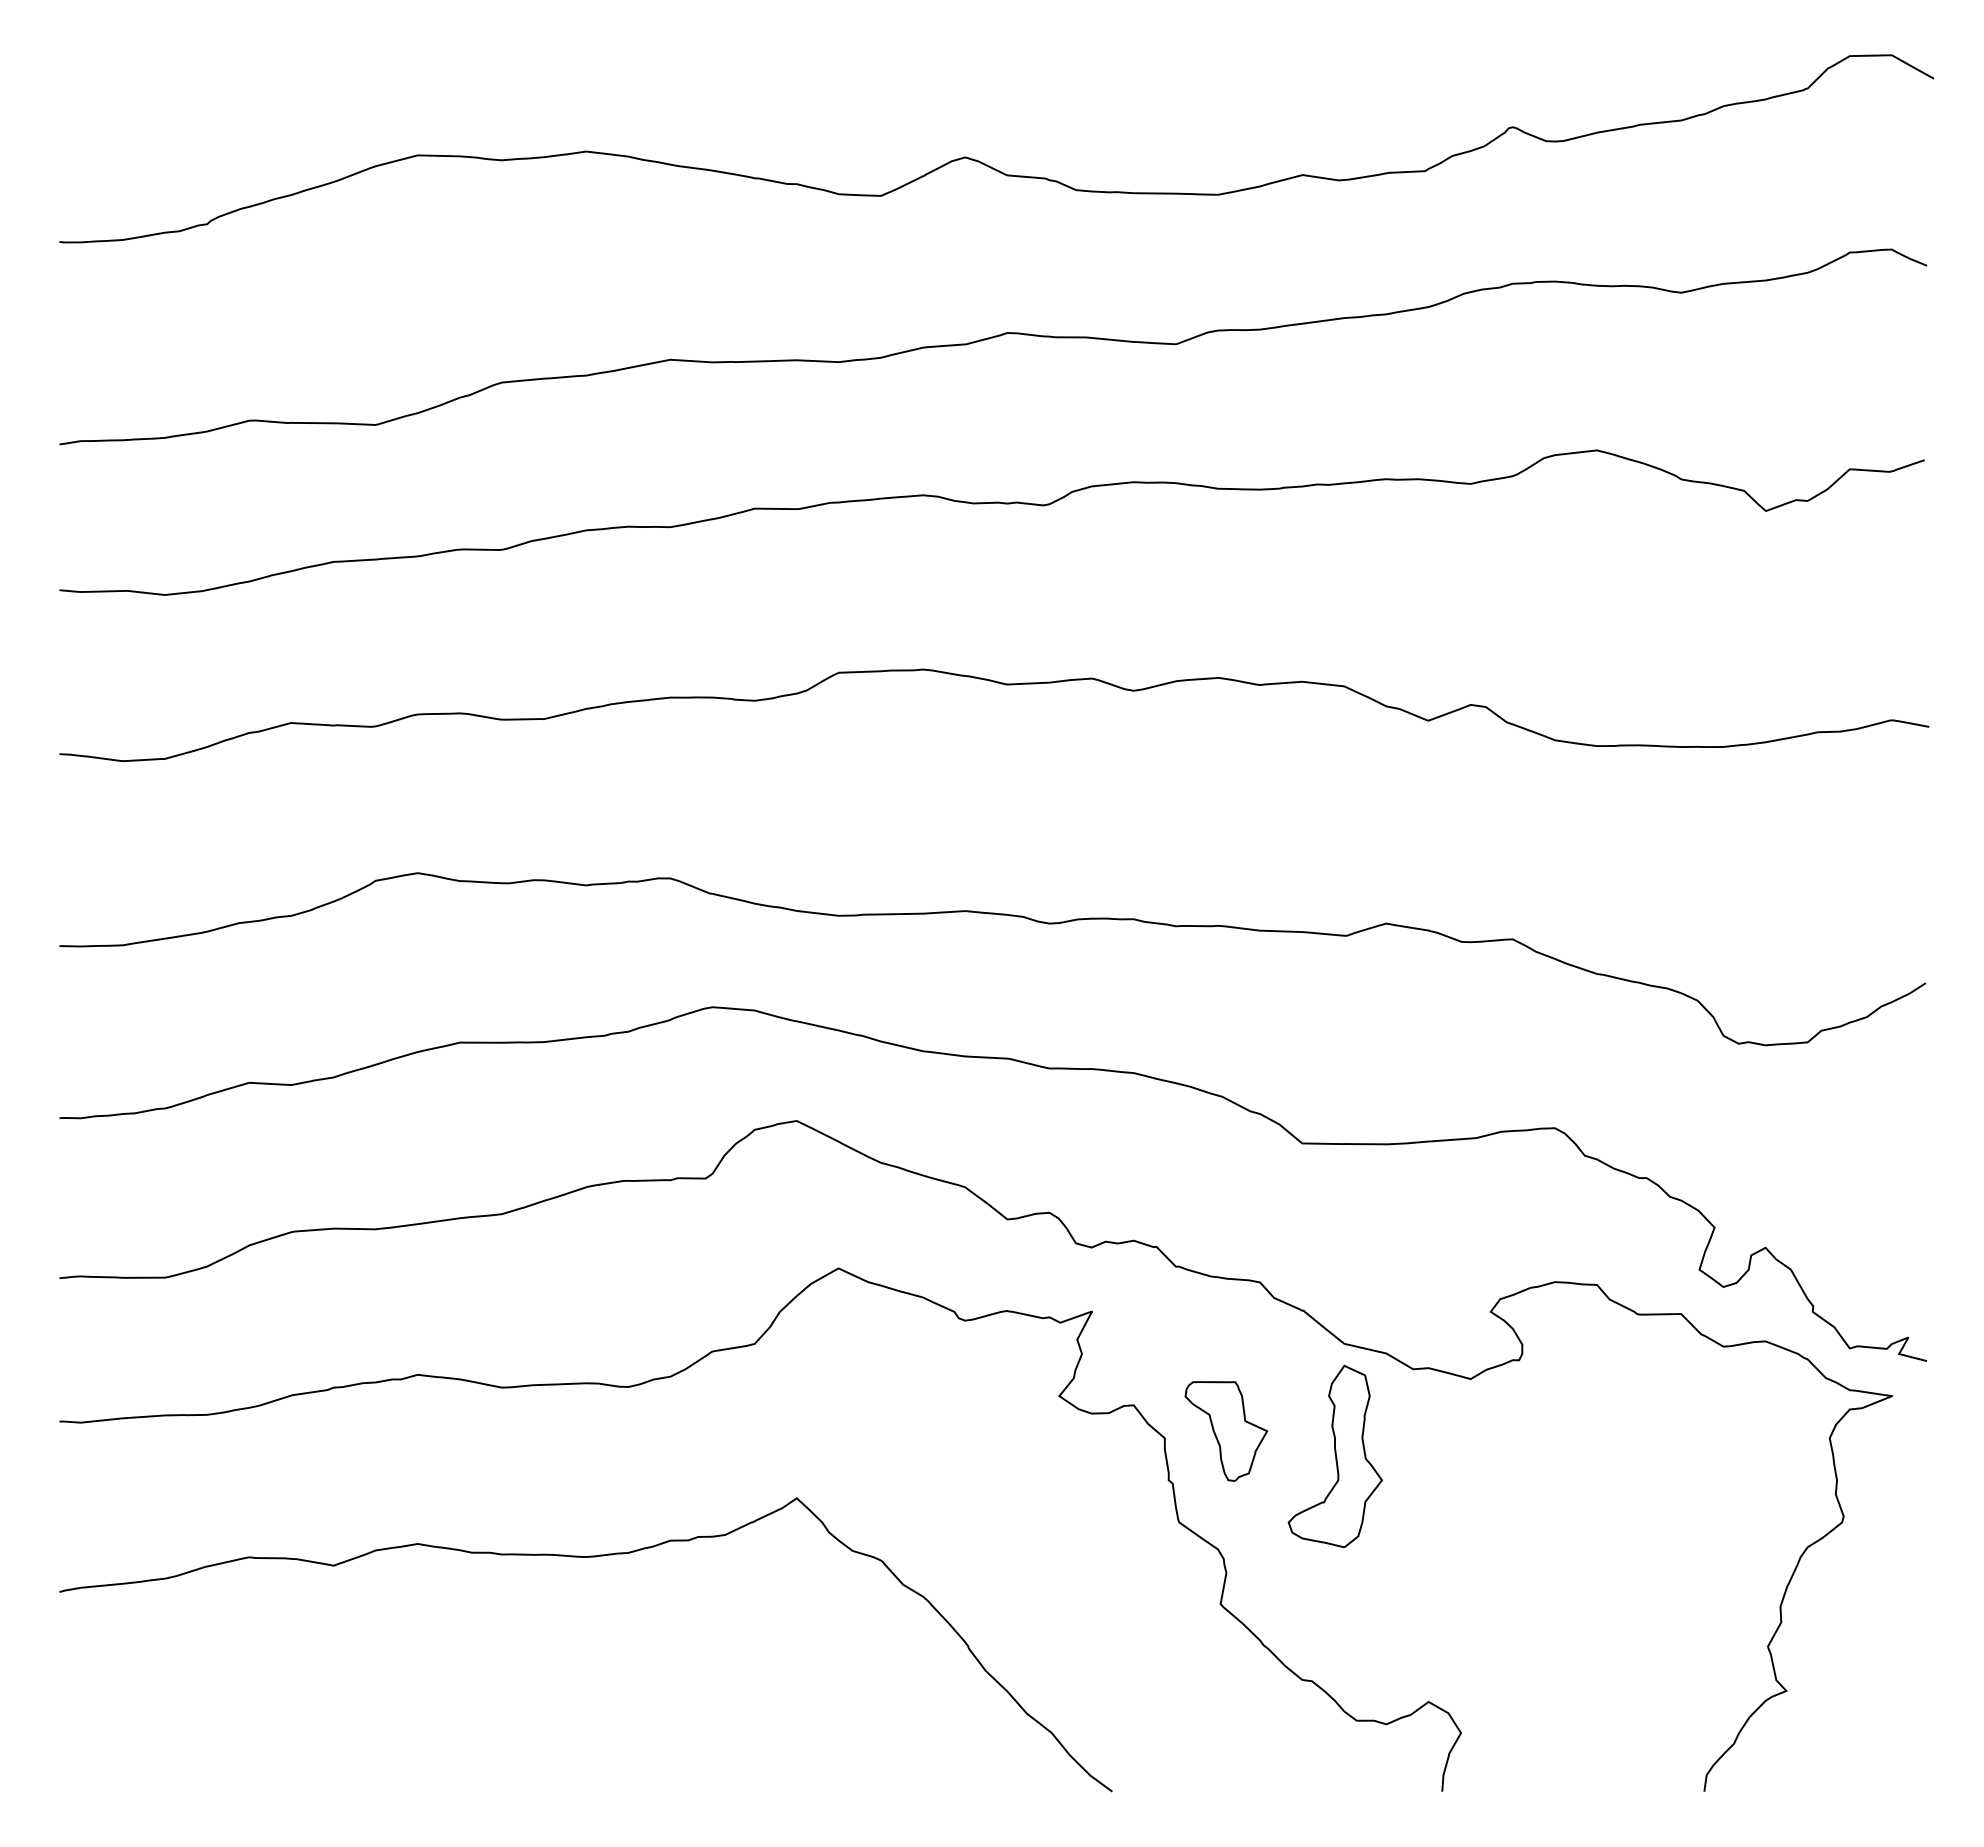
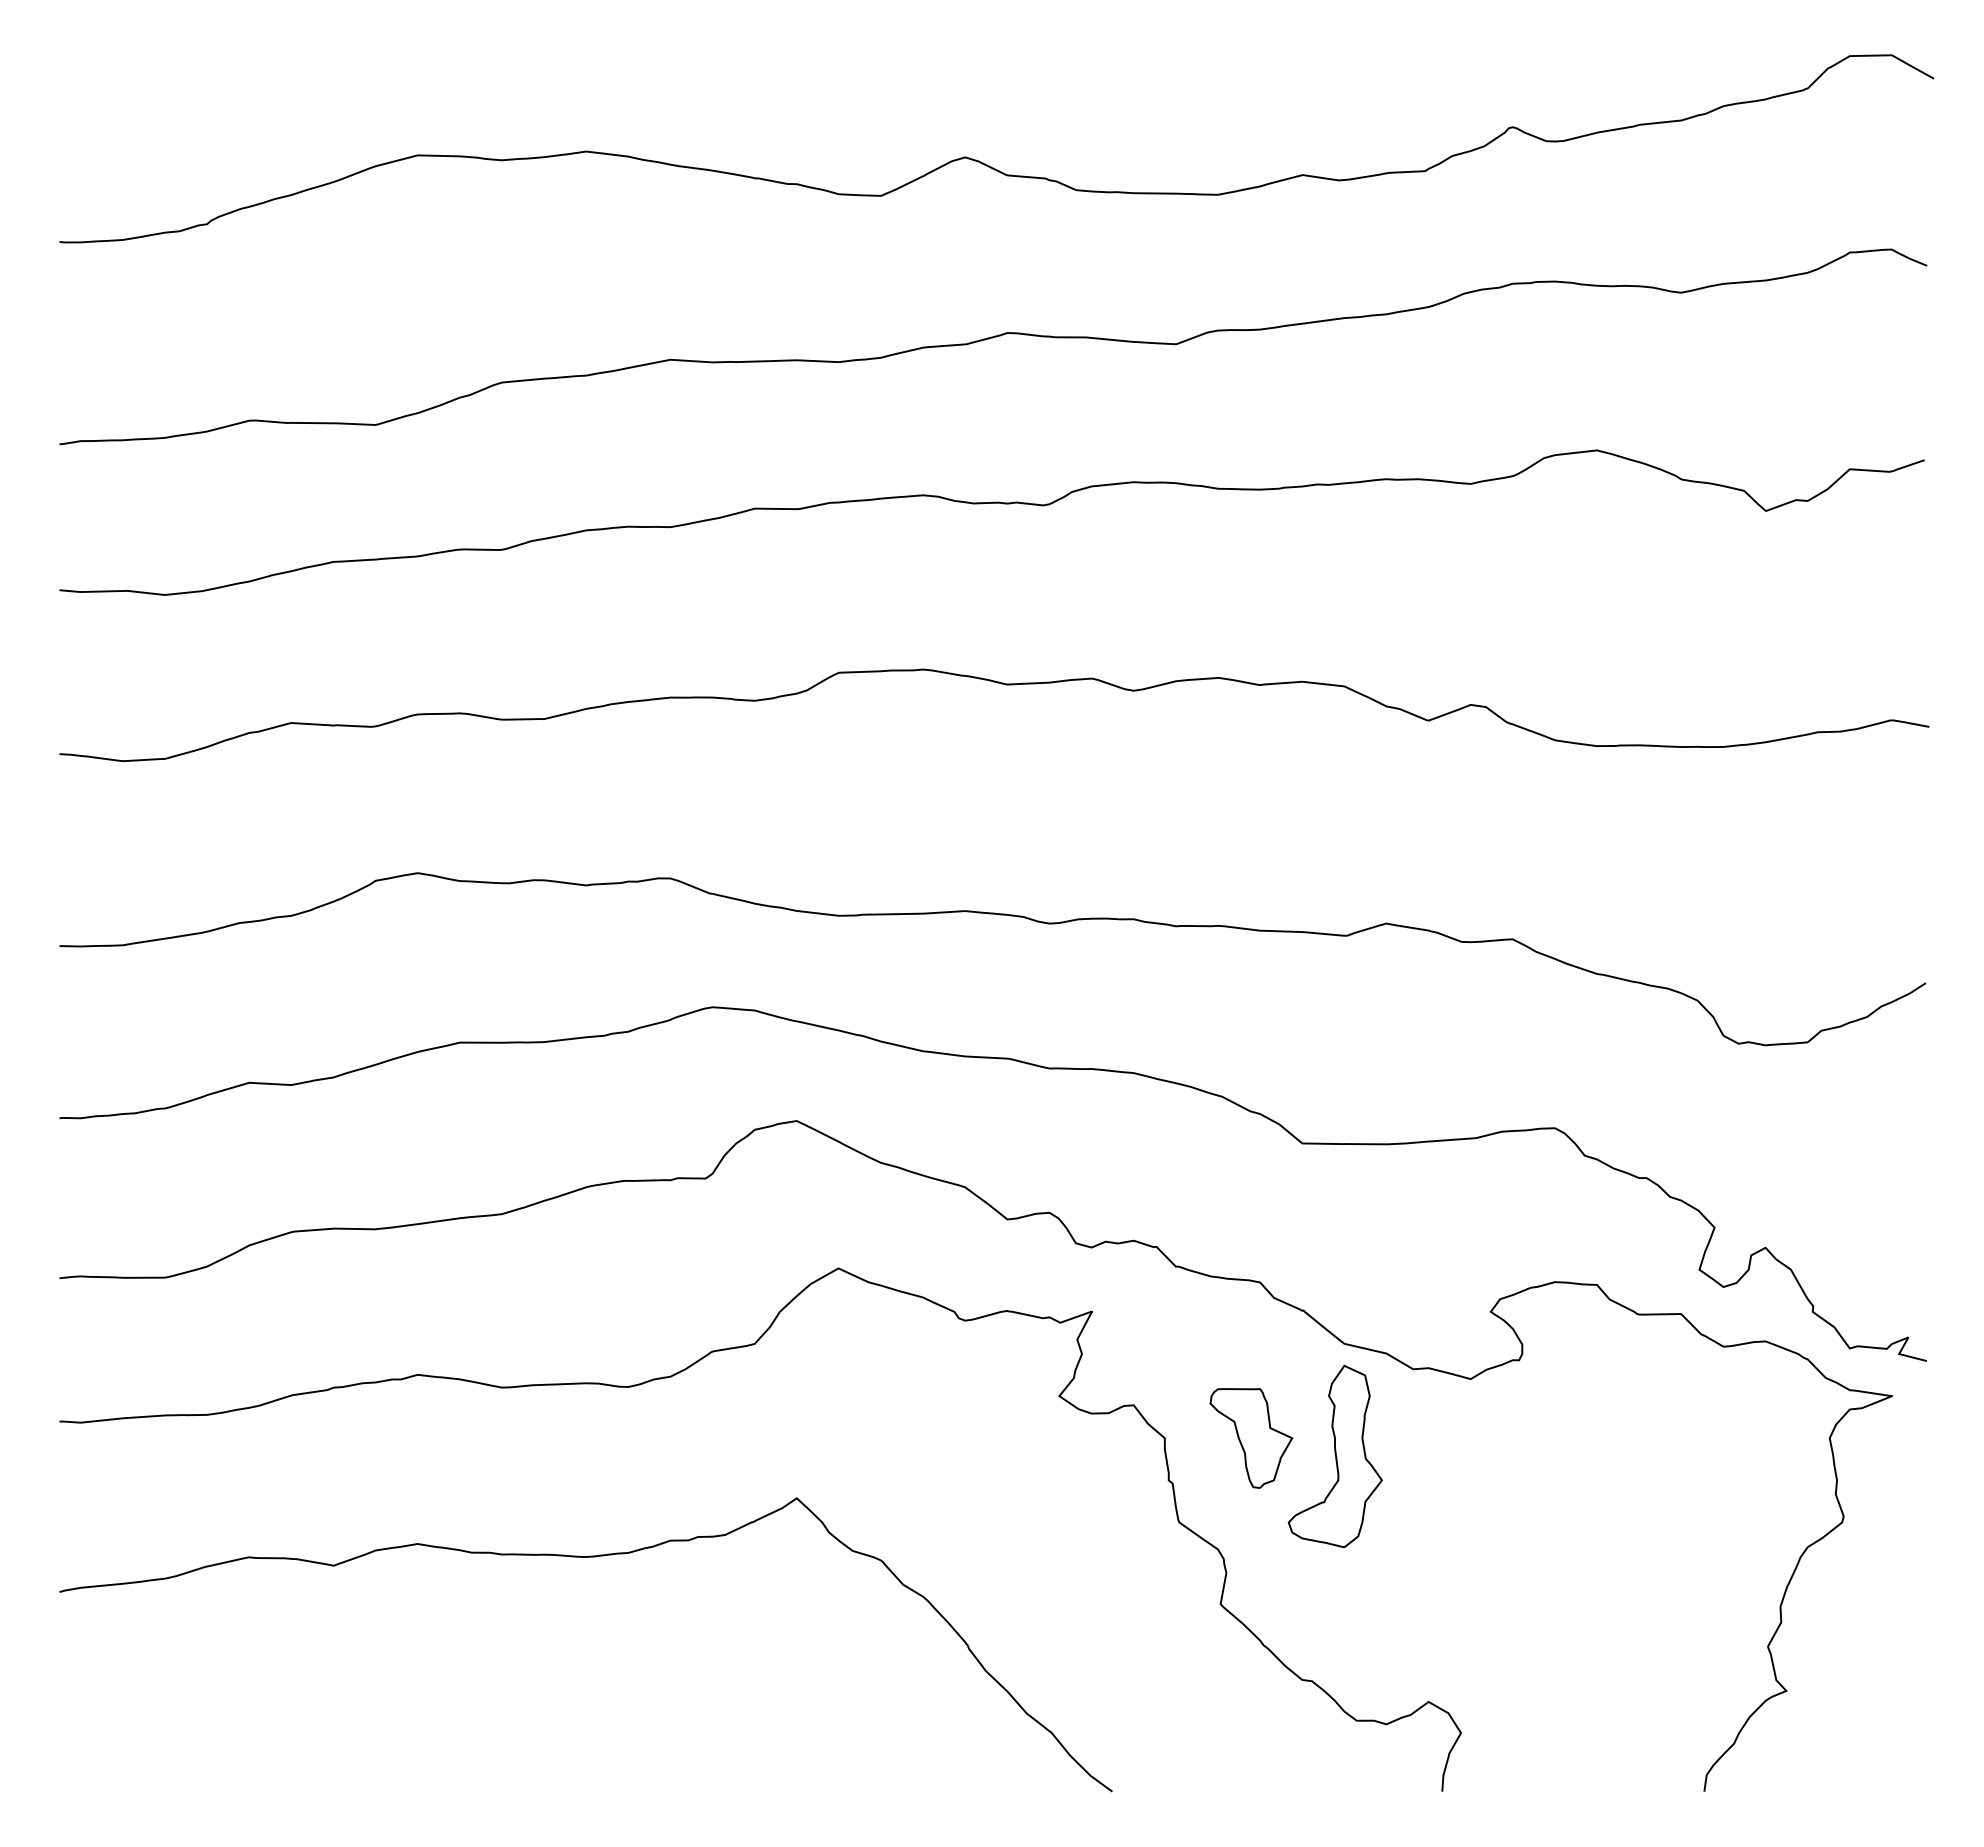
part at (1226, 1431) position: (1226, 1431) -> (1251, 1438)
